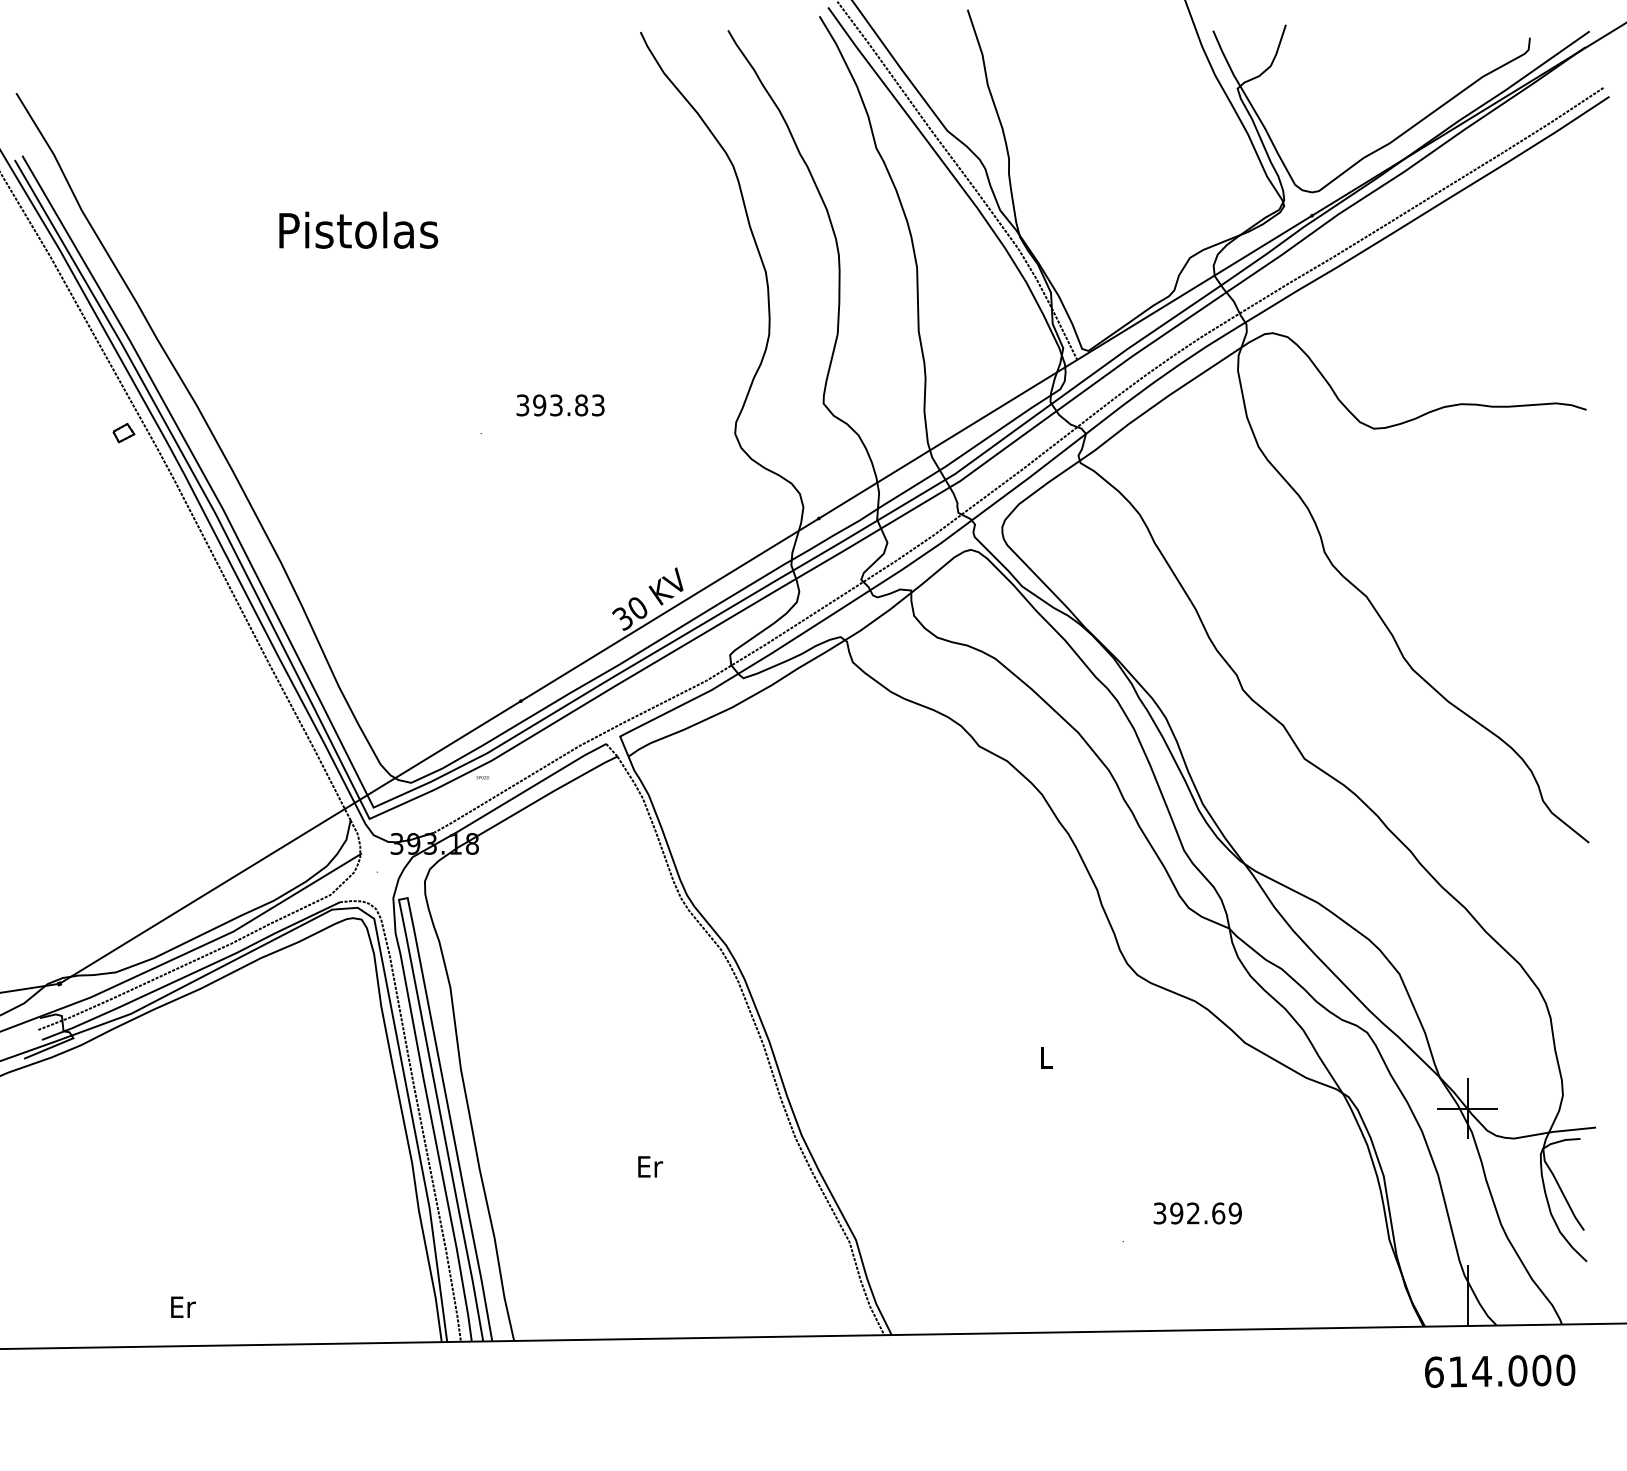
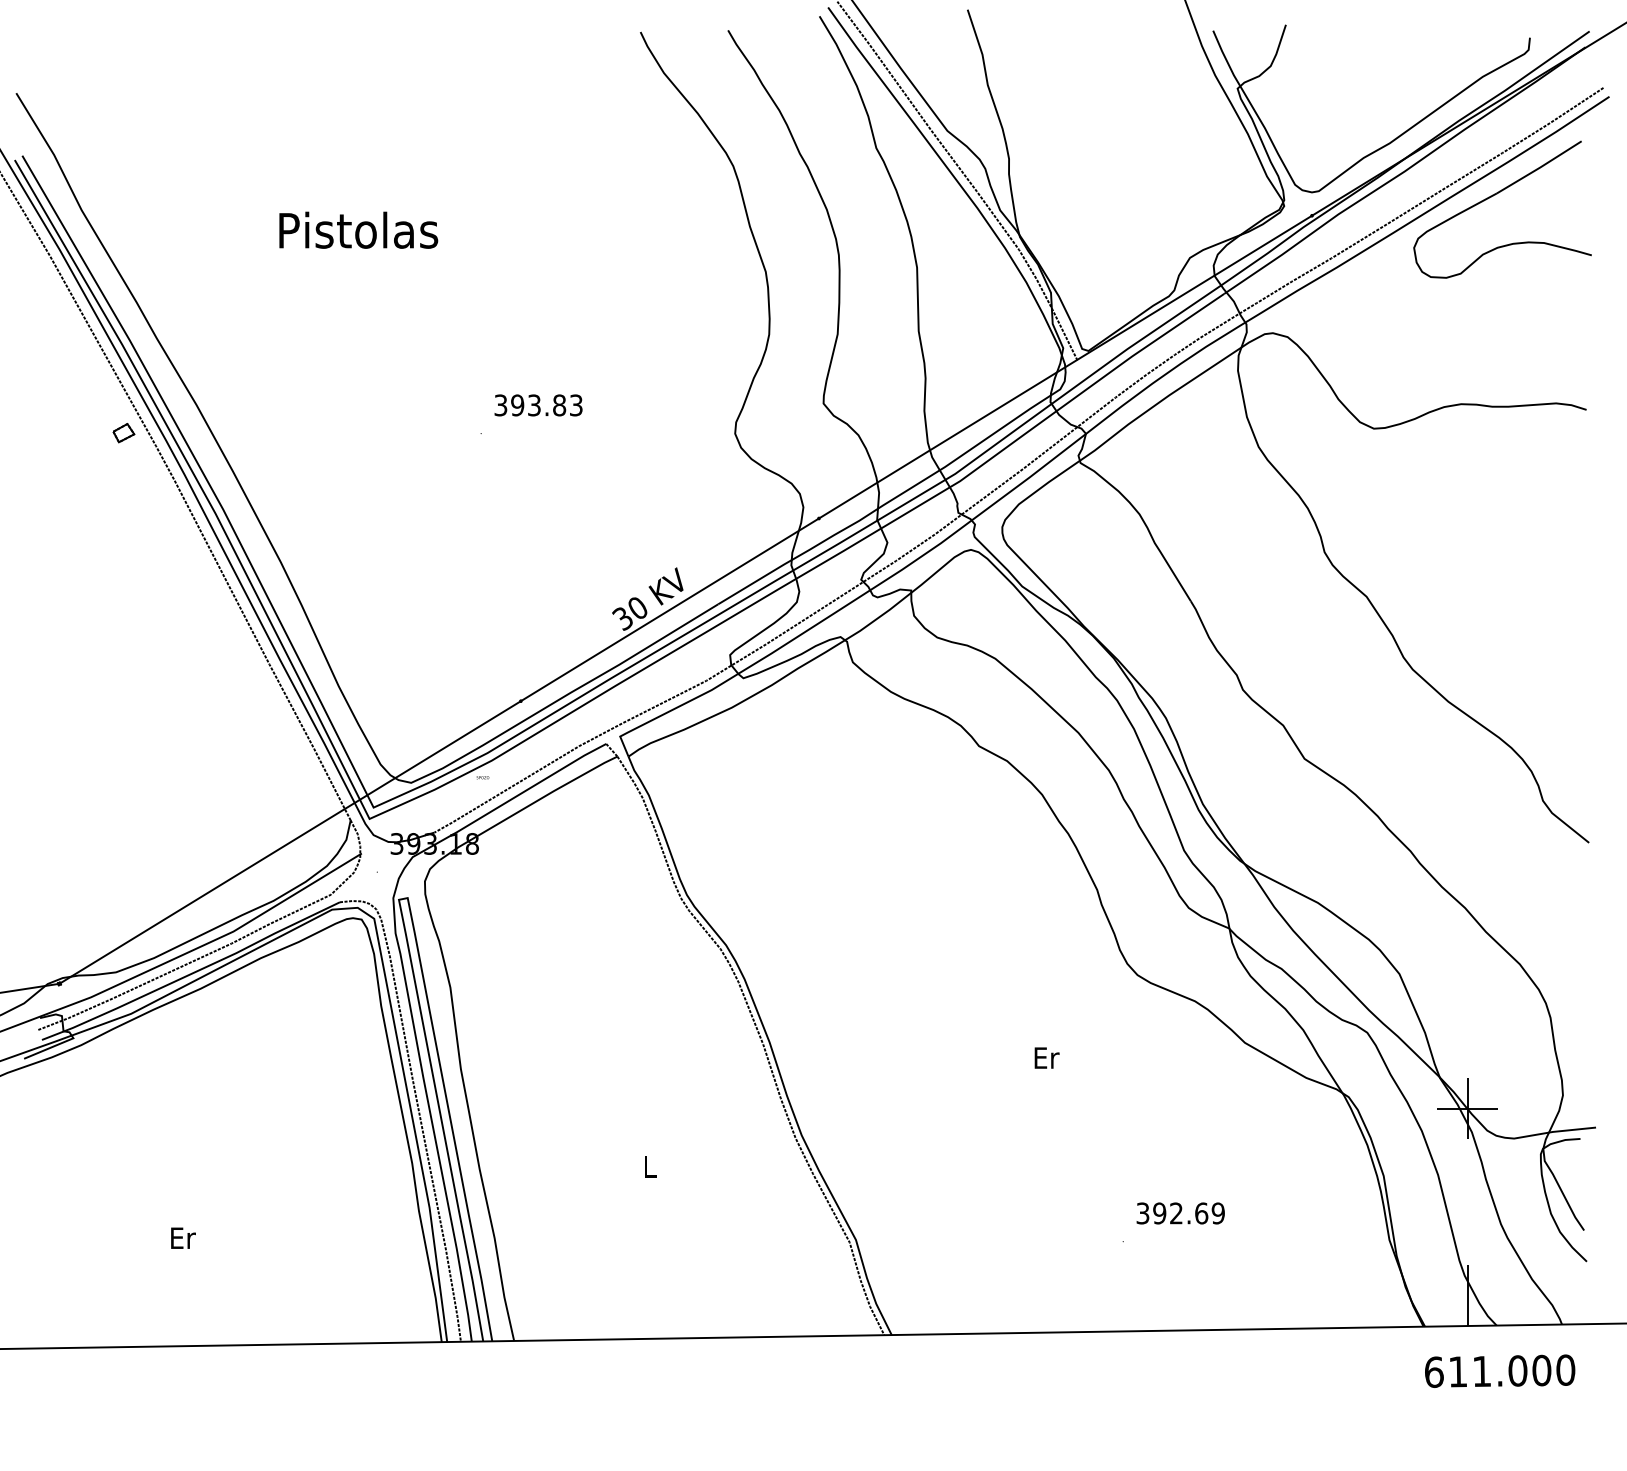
part at (1495, 195): none -> present
text at (560, 405) position: (560, 405) -> (538, 405)
text at (1046, 1057): L -> Er
text at (650, 1166): Er -> L
text at (1197, 1213) position: (1197, 1213) -> (1180, 1213)
text at (183, 1306) position: (183, 1306) -> (183, 1237)
text at (1482, 1371): 614.000 -> 611.000
